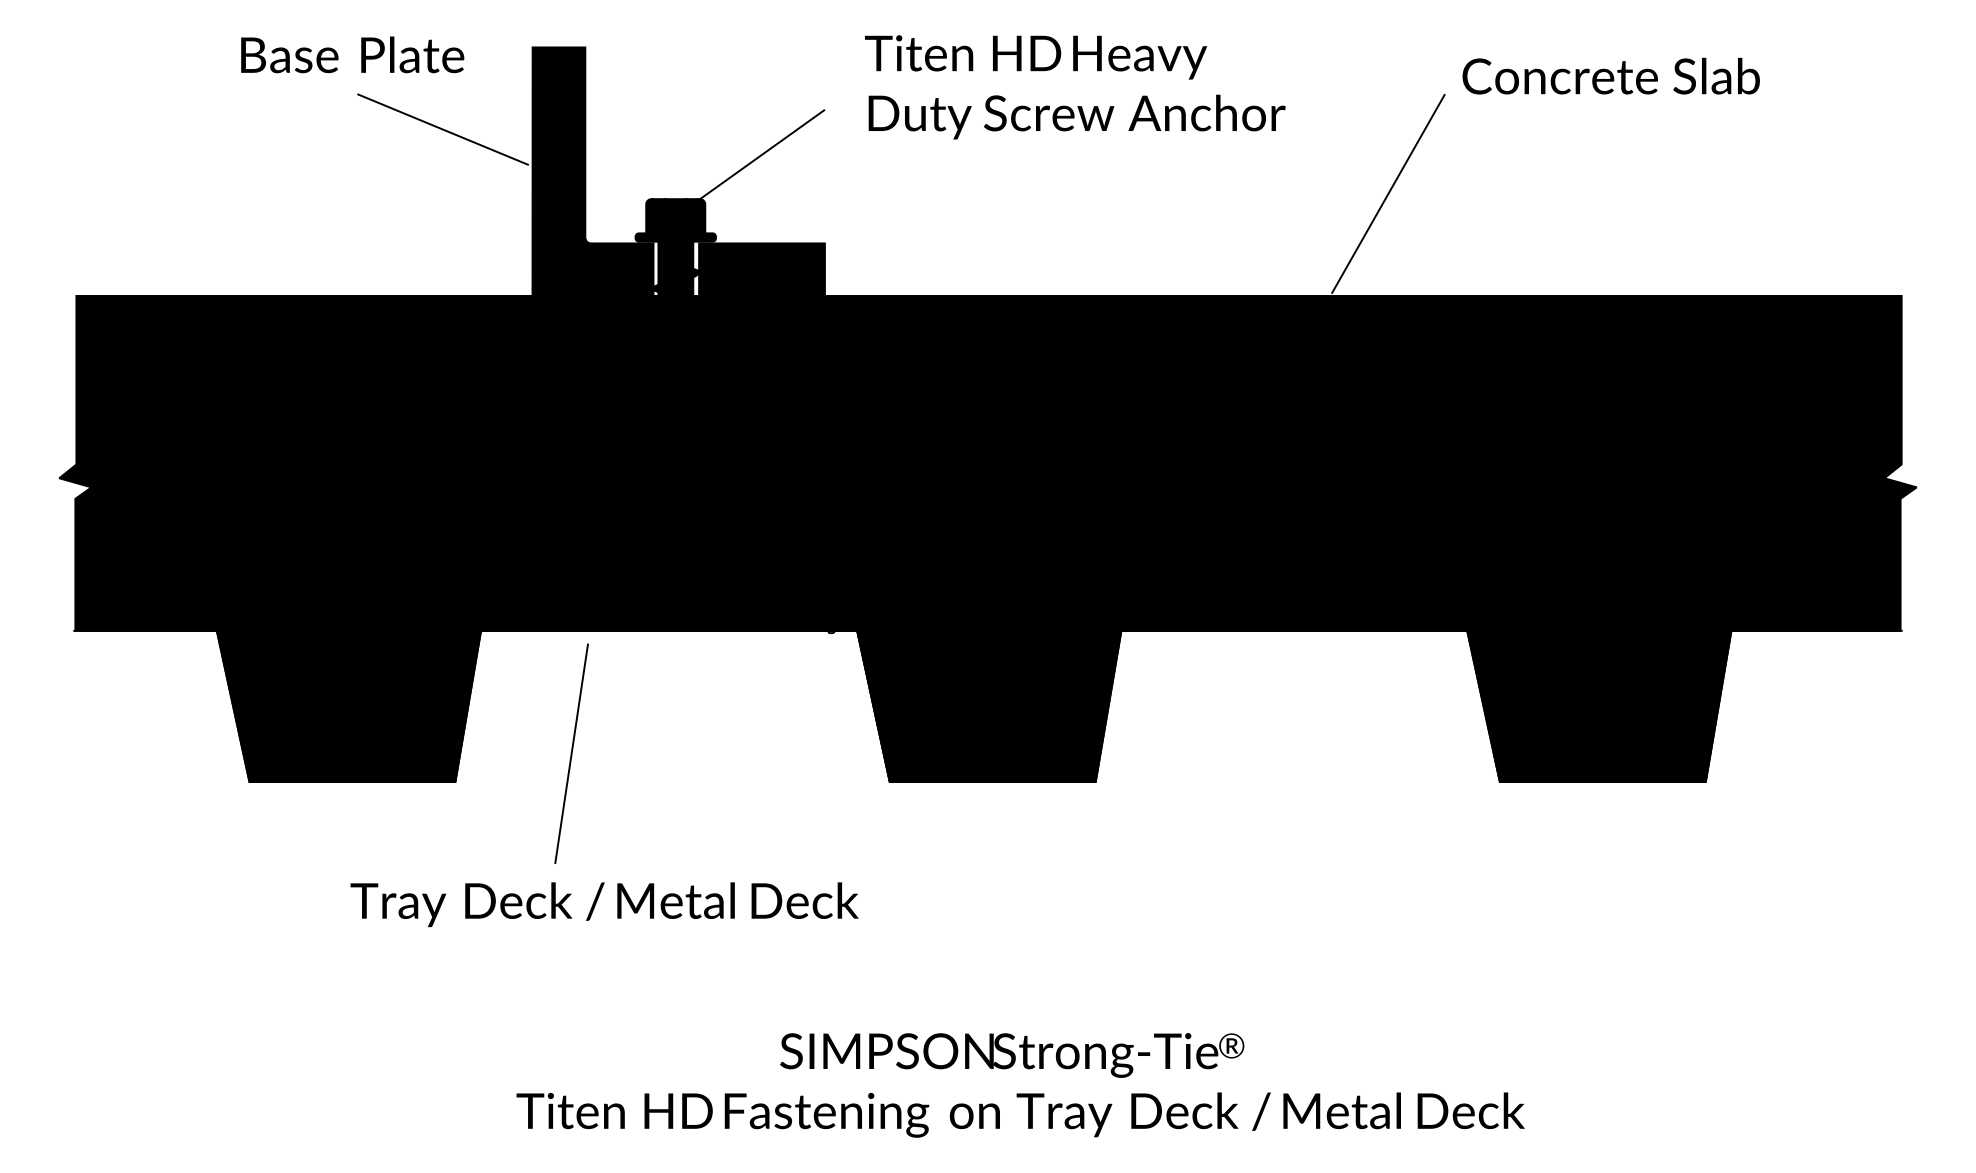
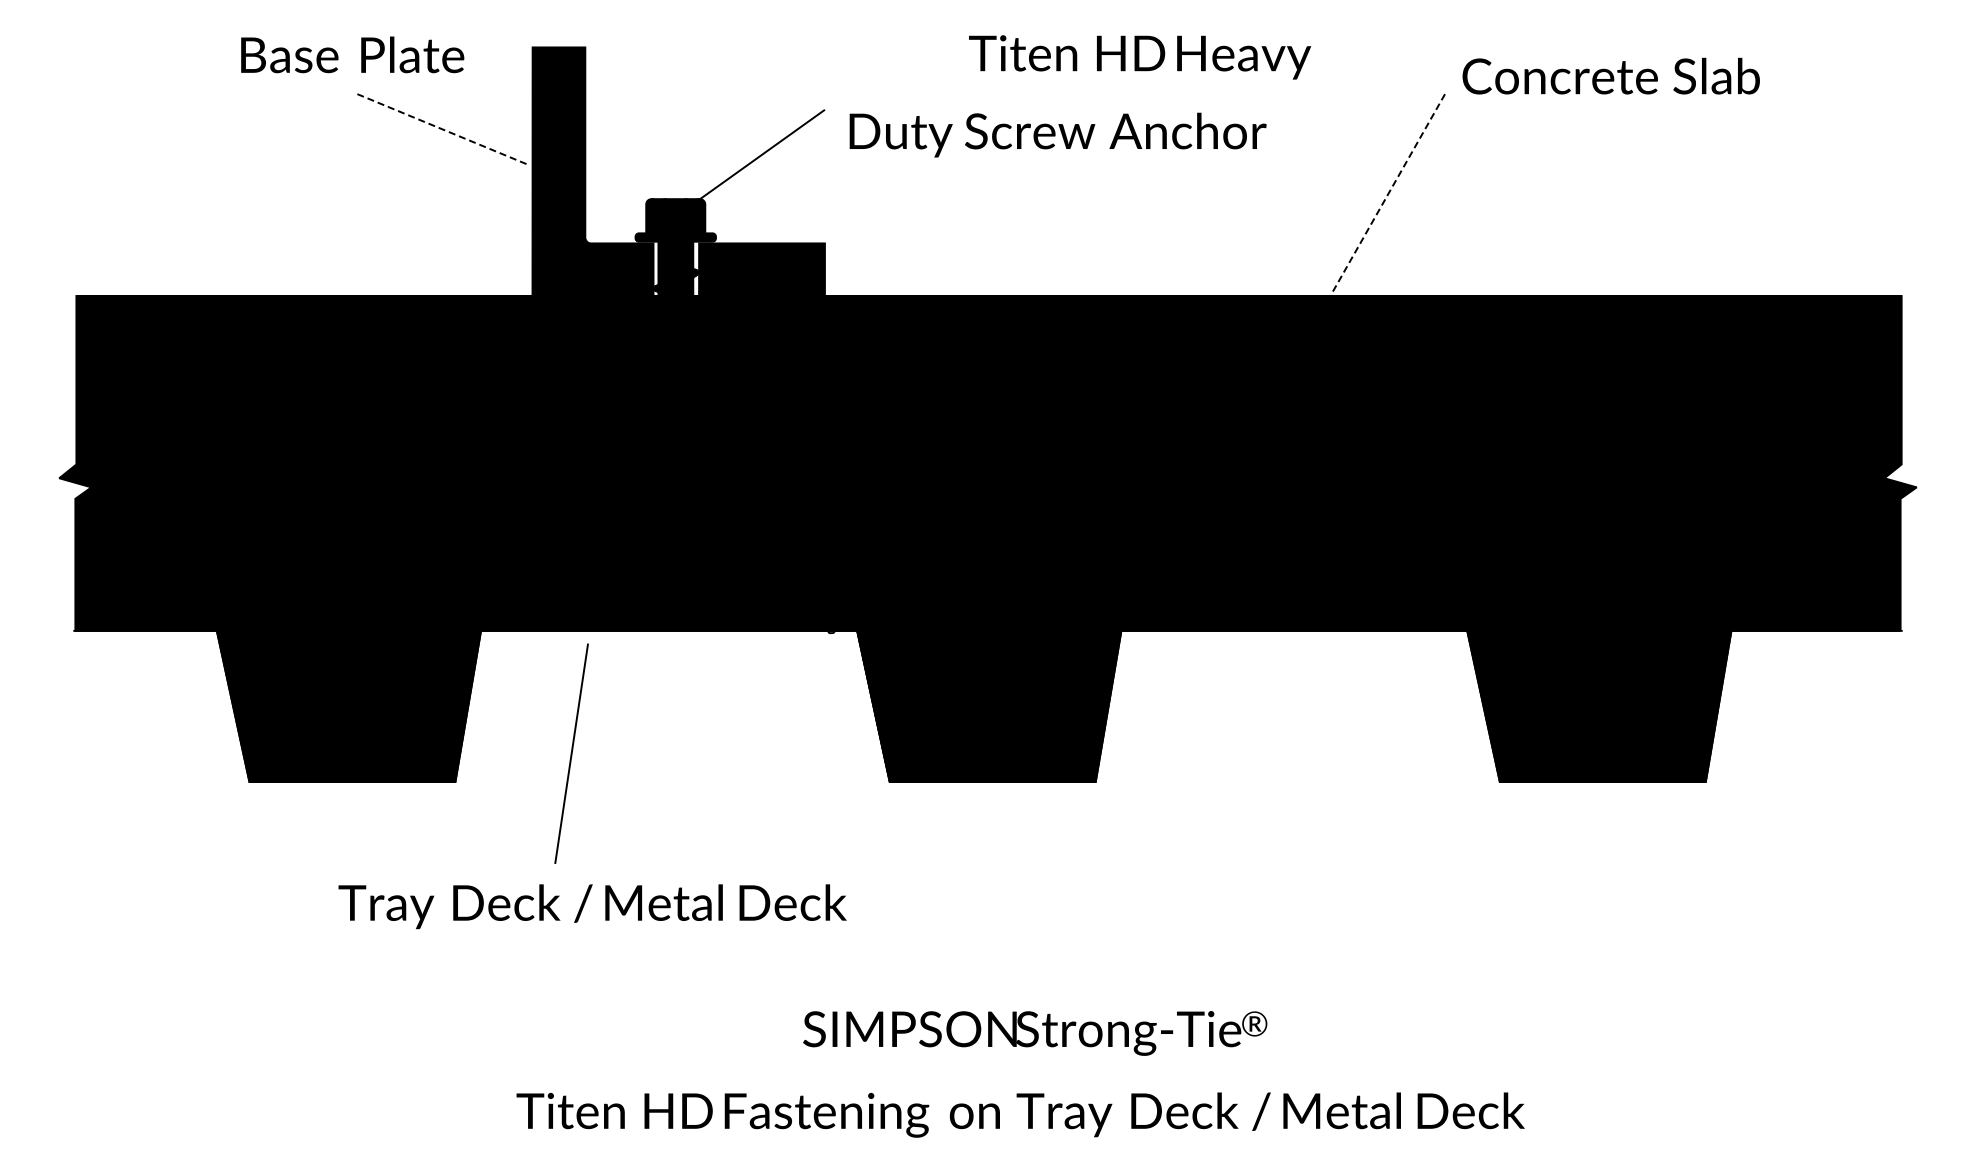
text at (1036, 57) position: (1036, 57) -> (1140, 57)
text at (1076, 116) position: (1076, 116) -> (1057, 134)
line at (443, 129): solid -> dashed
line at (1388, 193): solid -> dashed
text at (604, 904) position: (604, 904) -> (592, 906)
text at (1012, 1055) position: (1012, 1055) -> (1035, 1033)
